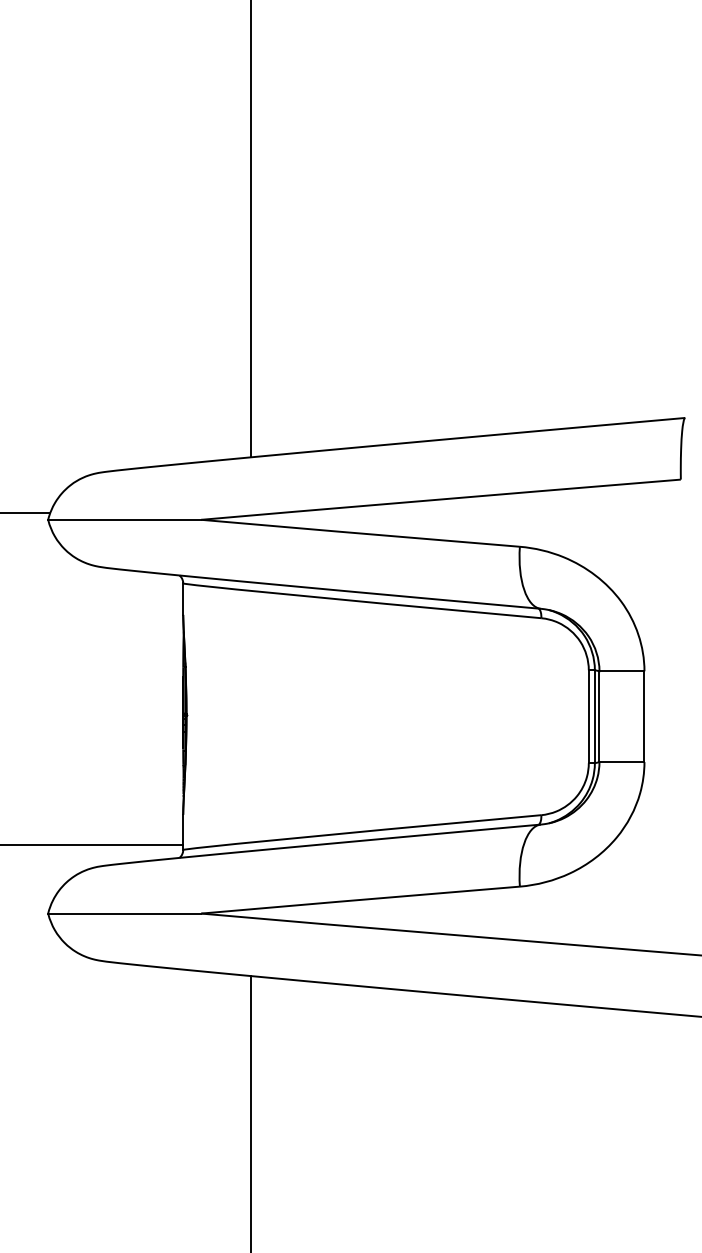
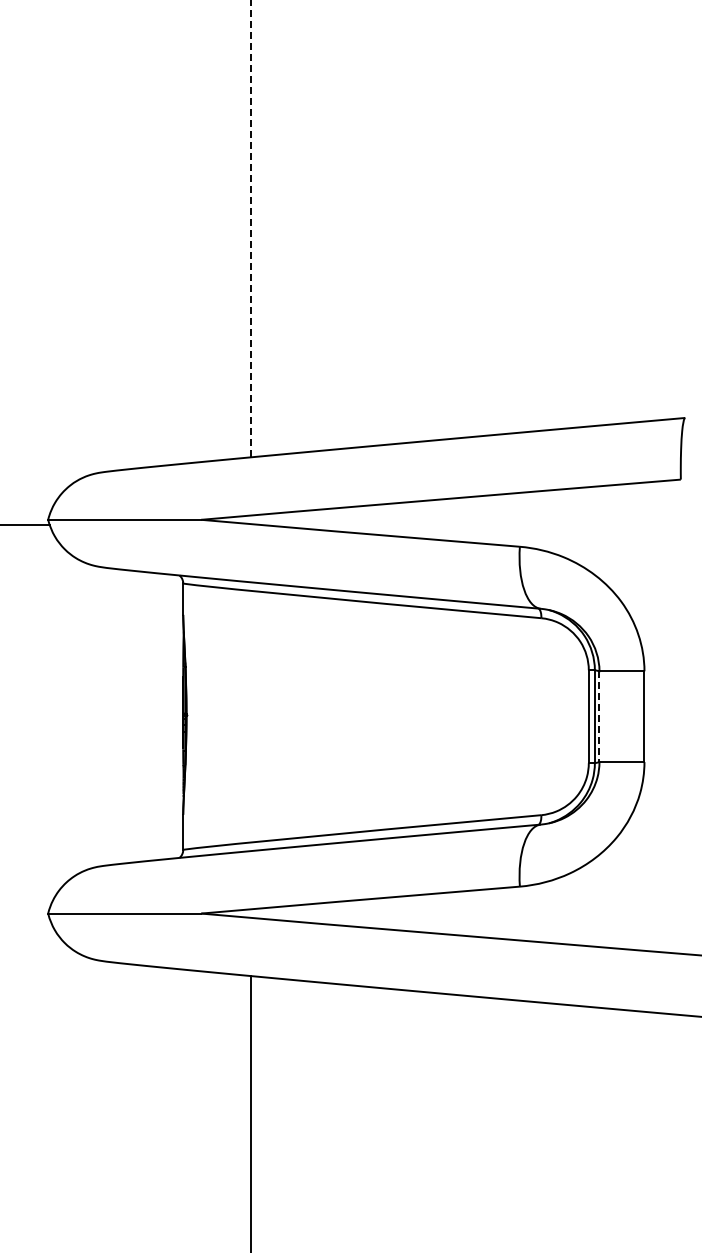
line at (250, 228): solid -> dashed
line at (26, 513) position: (26, 513) -> (26, 525)
line at (599, 717): solid -> dashed
line at (92, 845): present -> none
